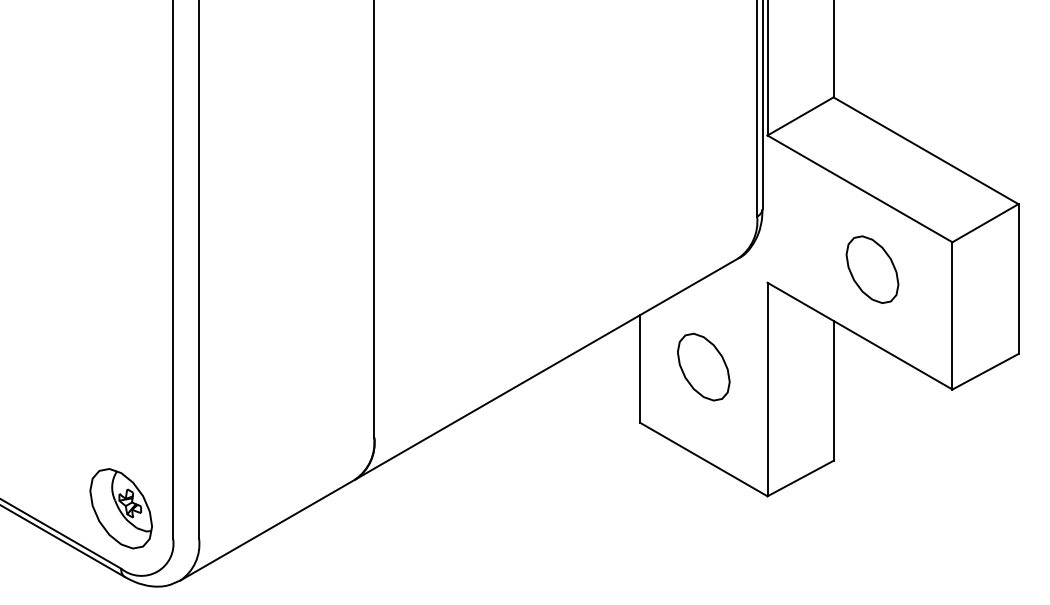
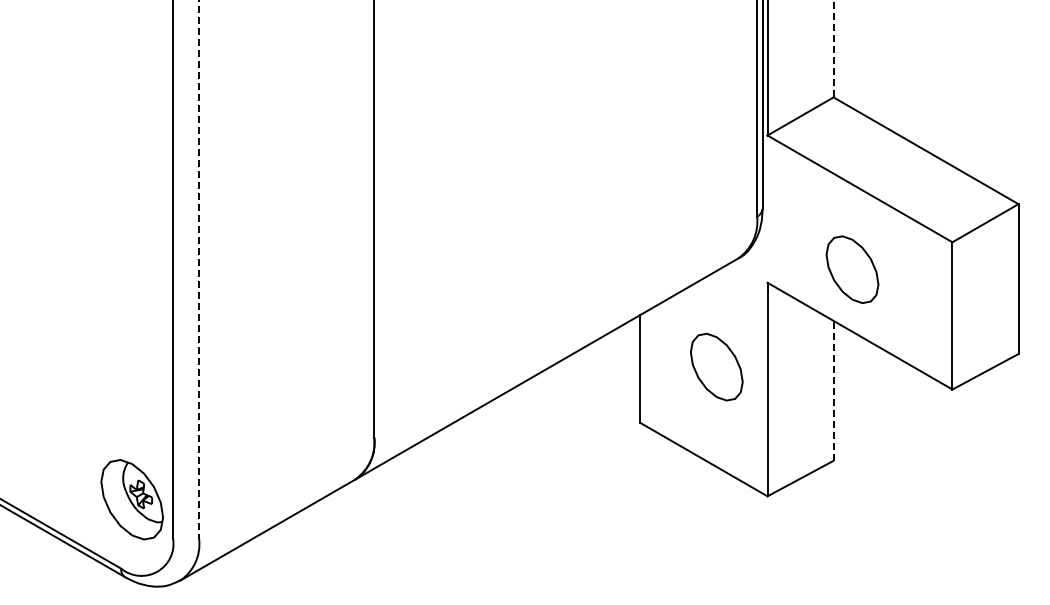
line at (833, 48): solid -> dashed
line at (199, 269): solid -> dashed
part at (872, 269) position: (872, 269) -> (852, 269)
part at (703, 366) position: (703, 366) -> (716, 366)
line at (833, 390): solid -> dashed
part at (120, 508) position: (120, 508) -> (131, 499)
